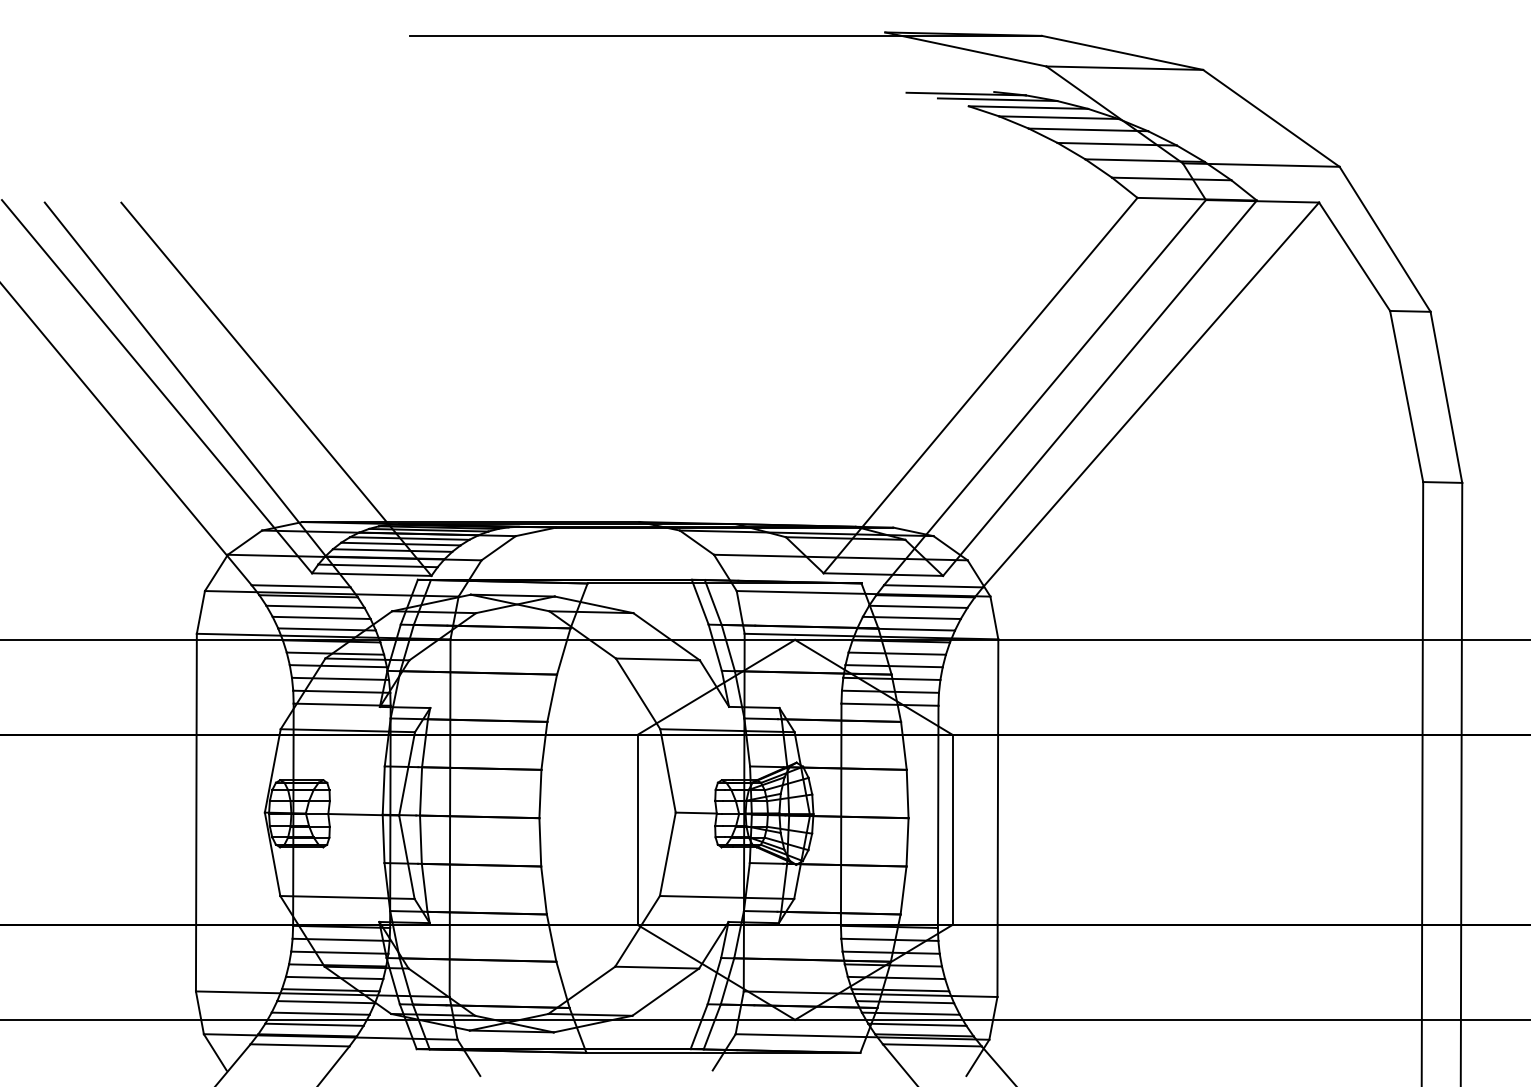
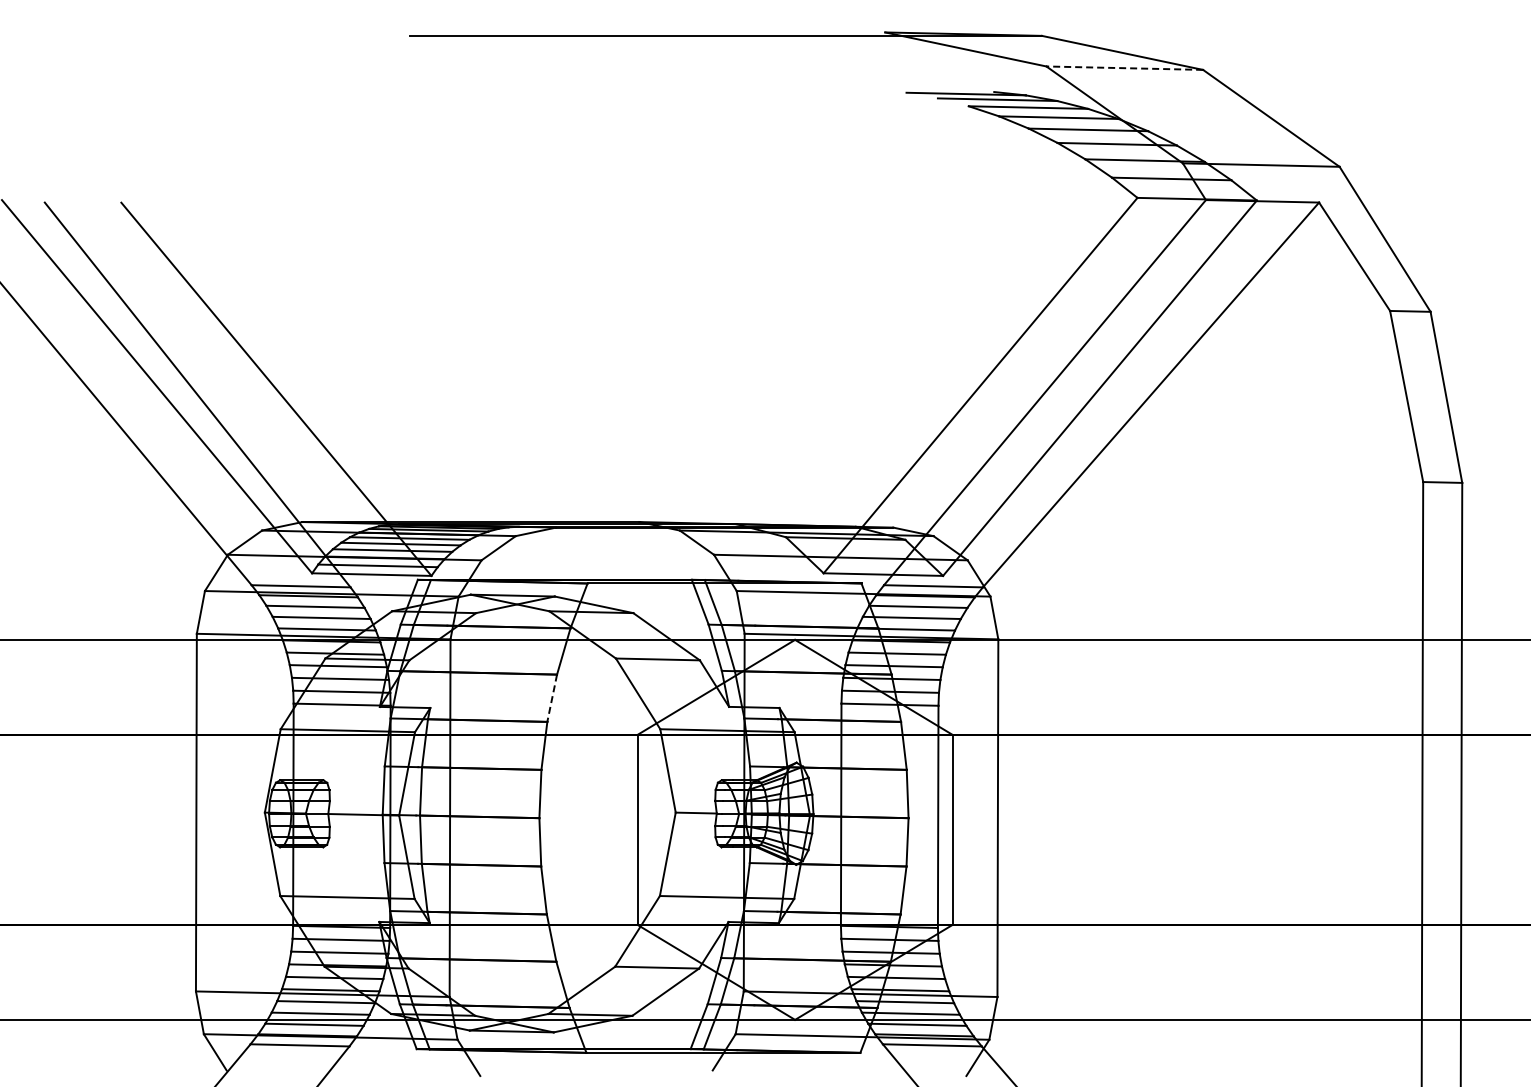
line at (1124, 68): solid -> dashed
line at (552, 698): solid -> dashed
